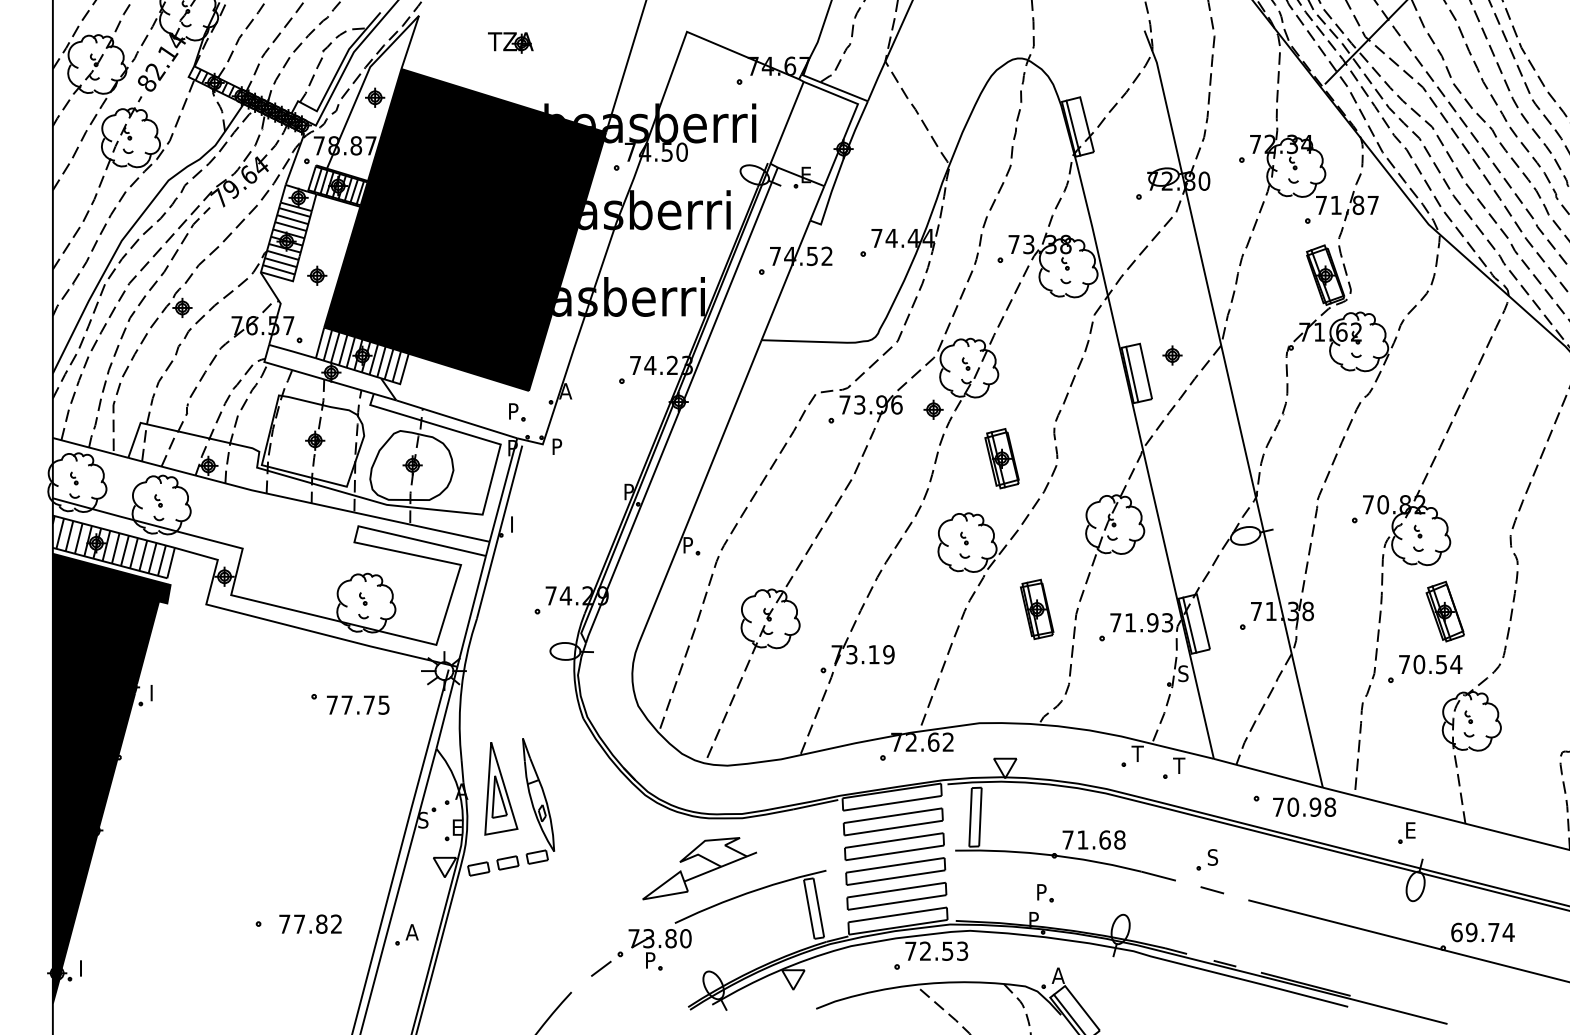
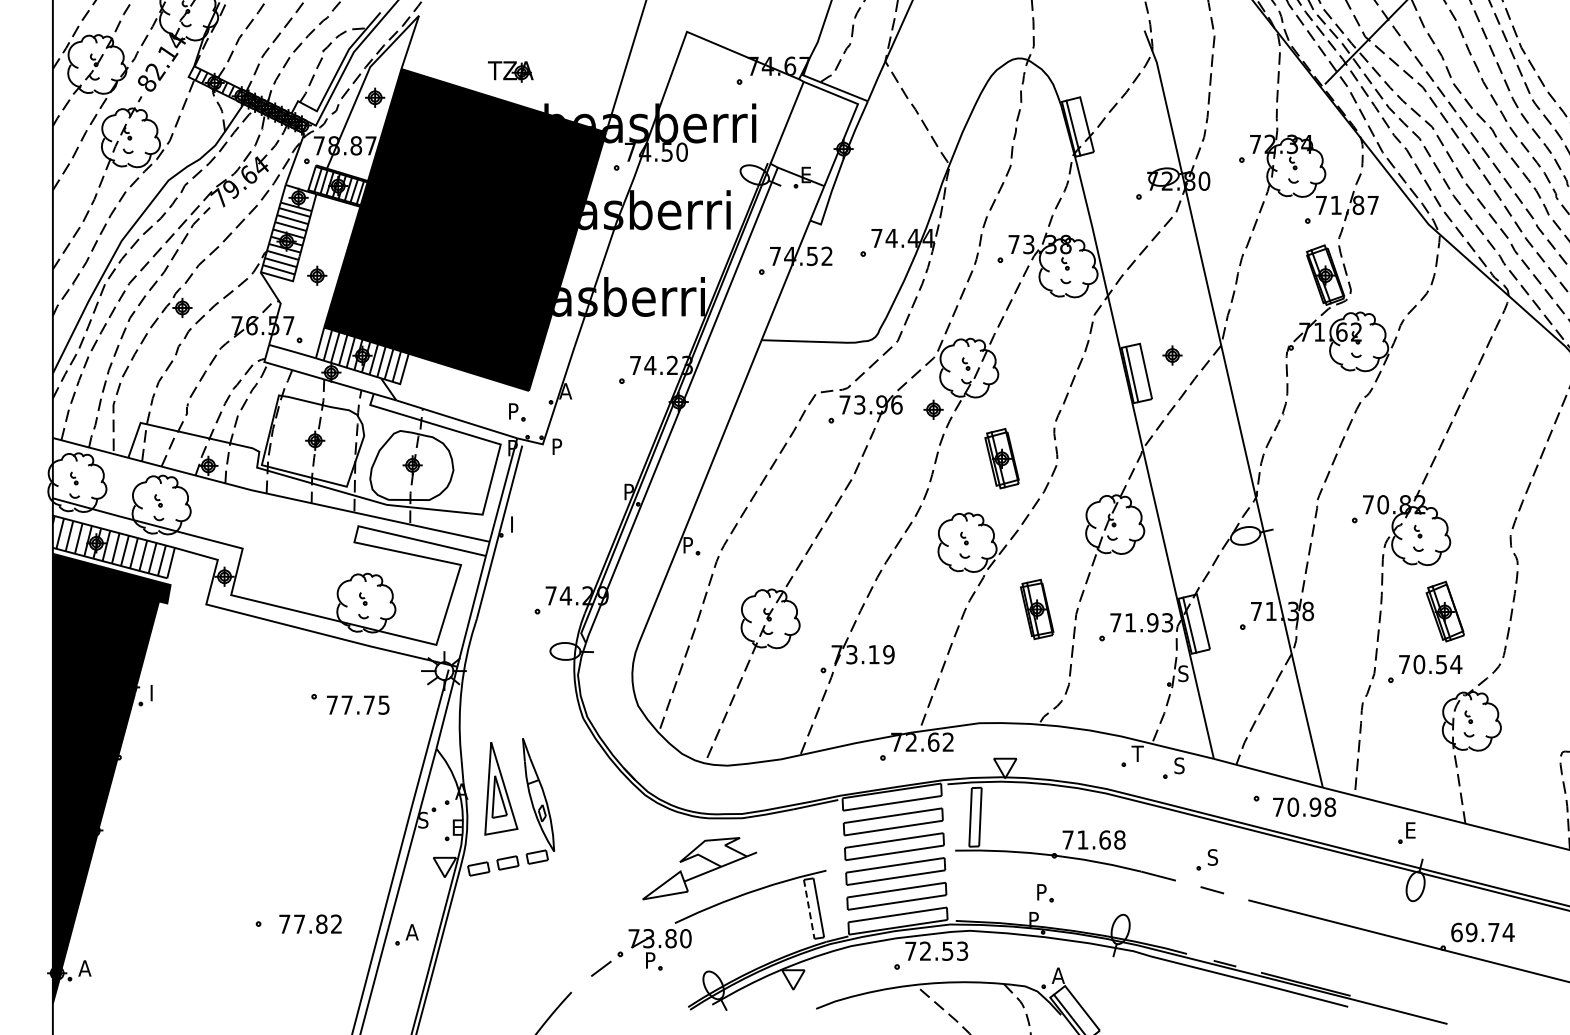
part at (510, 42) position: (510, 42) -> (510, 71)
text at (1179, 765): T -> S
line at (809, 909): solid -> dashed
text at (84, 968): I -> A
